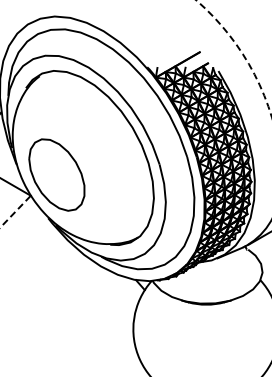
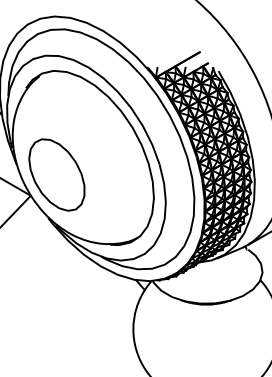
arc at (242, 53): dashed -> solid
line at (15, 211): dashed -> solid
